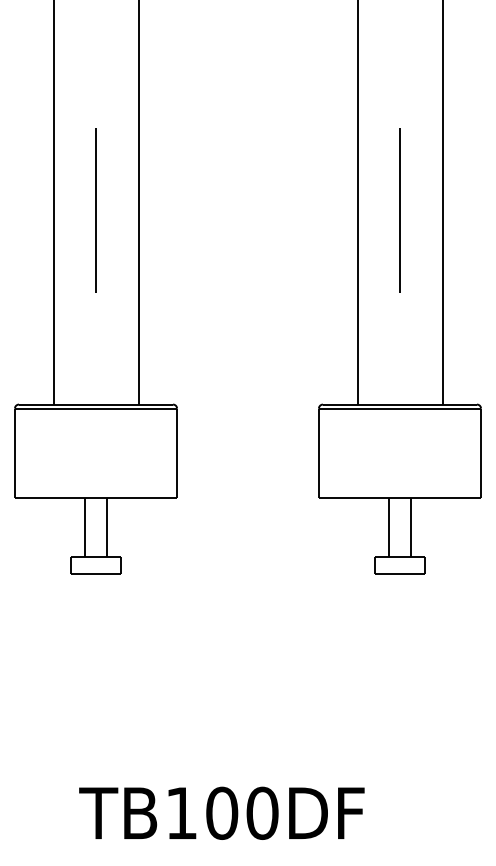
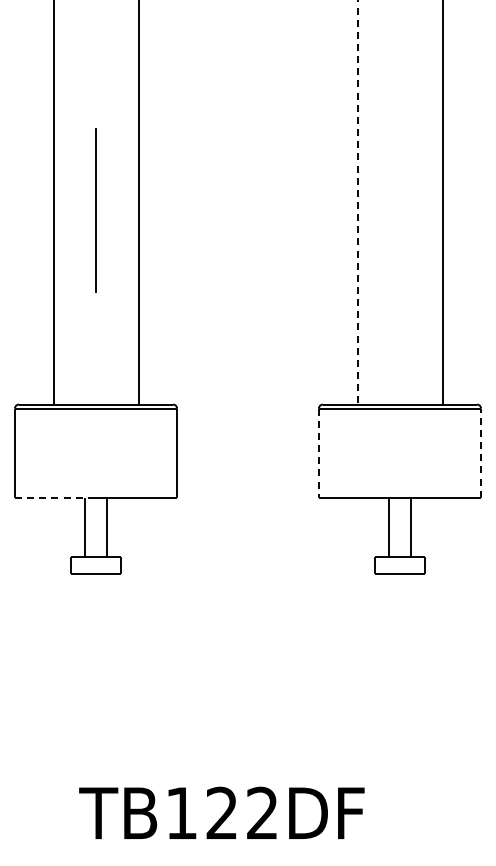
line at (357, 202): solid -> dashed
line at (399, 210): present -> none
line at (318, 453): solid -> dashed
line at (481, 453): solid -> dashed
line at (52, 497): solid -> dashed
text at (242, 812): TB100DF -> TB122DF
